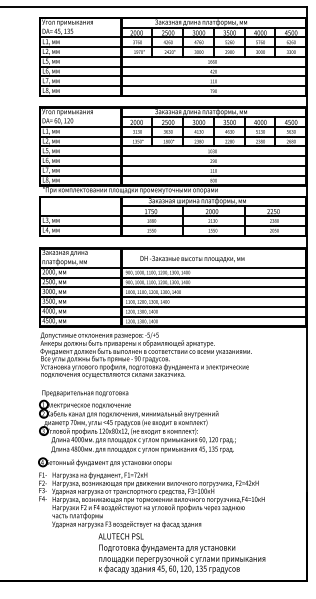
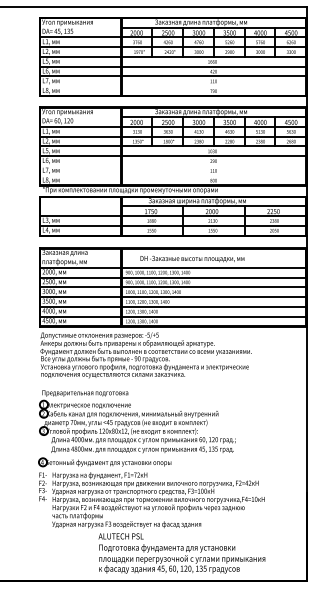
line at (172, 86): present -> none
line at (172, 165): present -> none
line at (172, 175): present -> none
